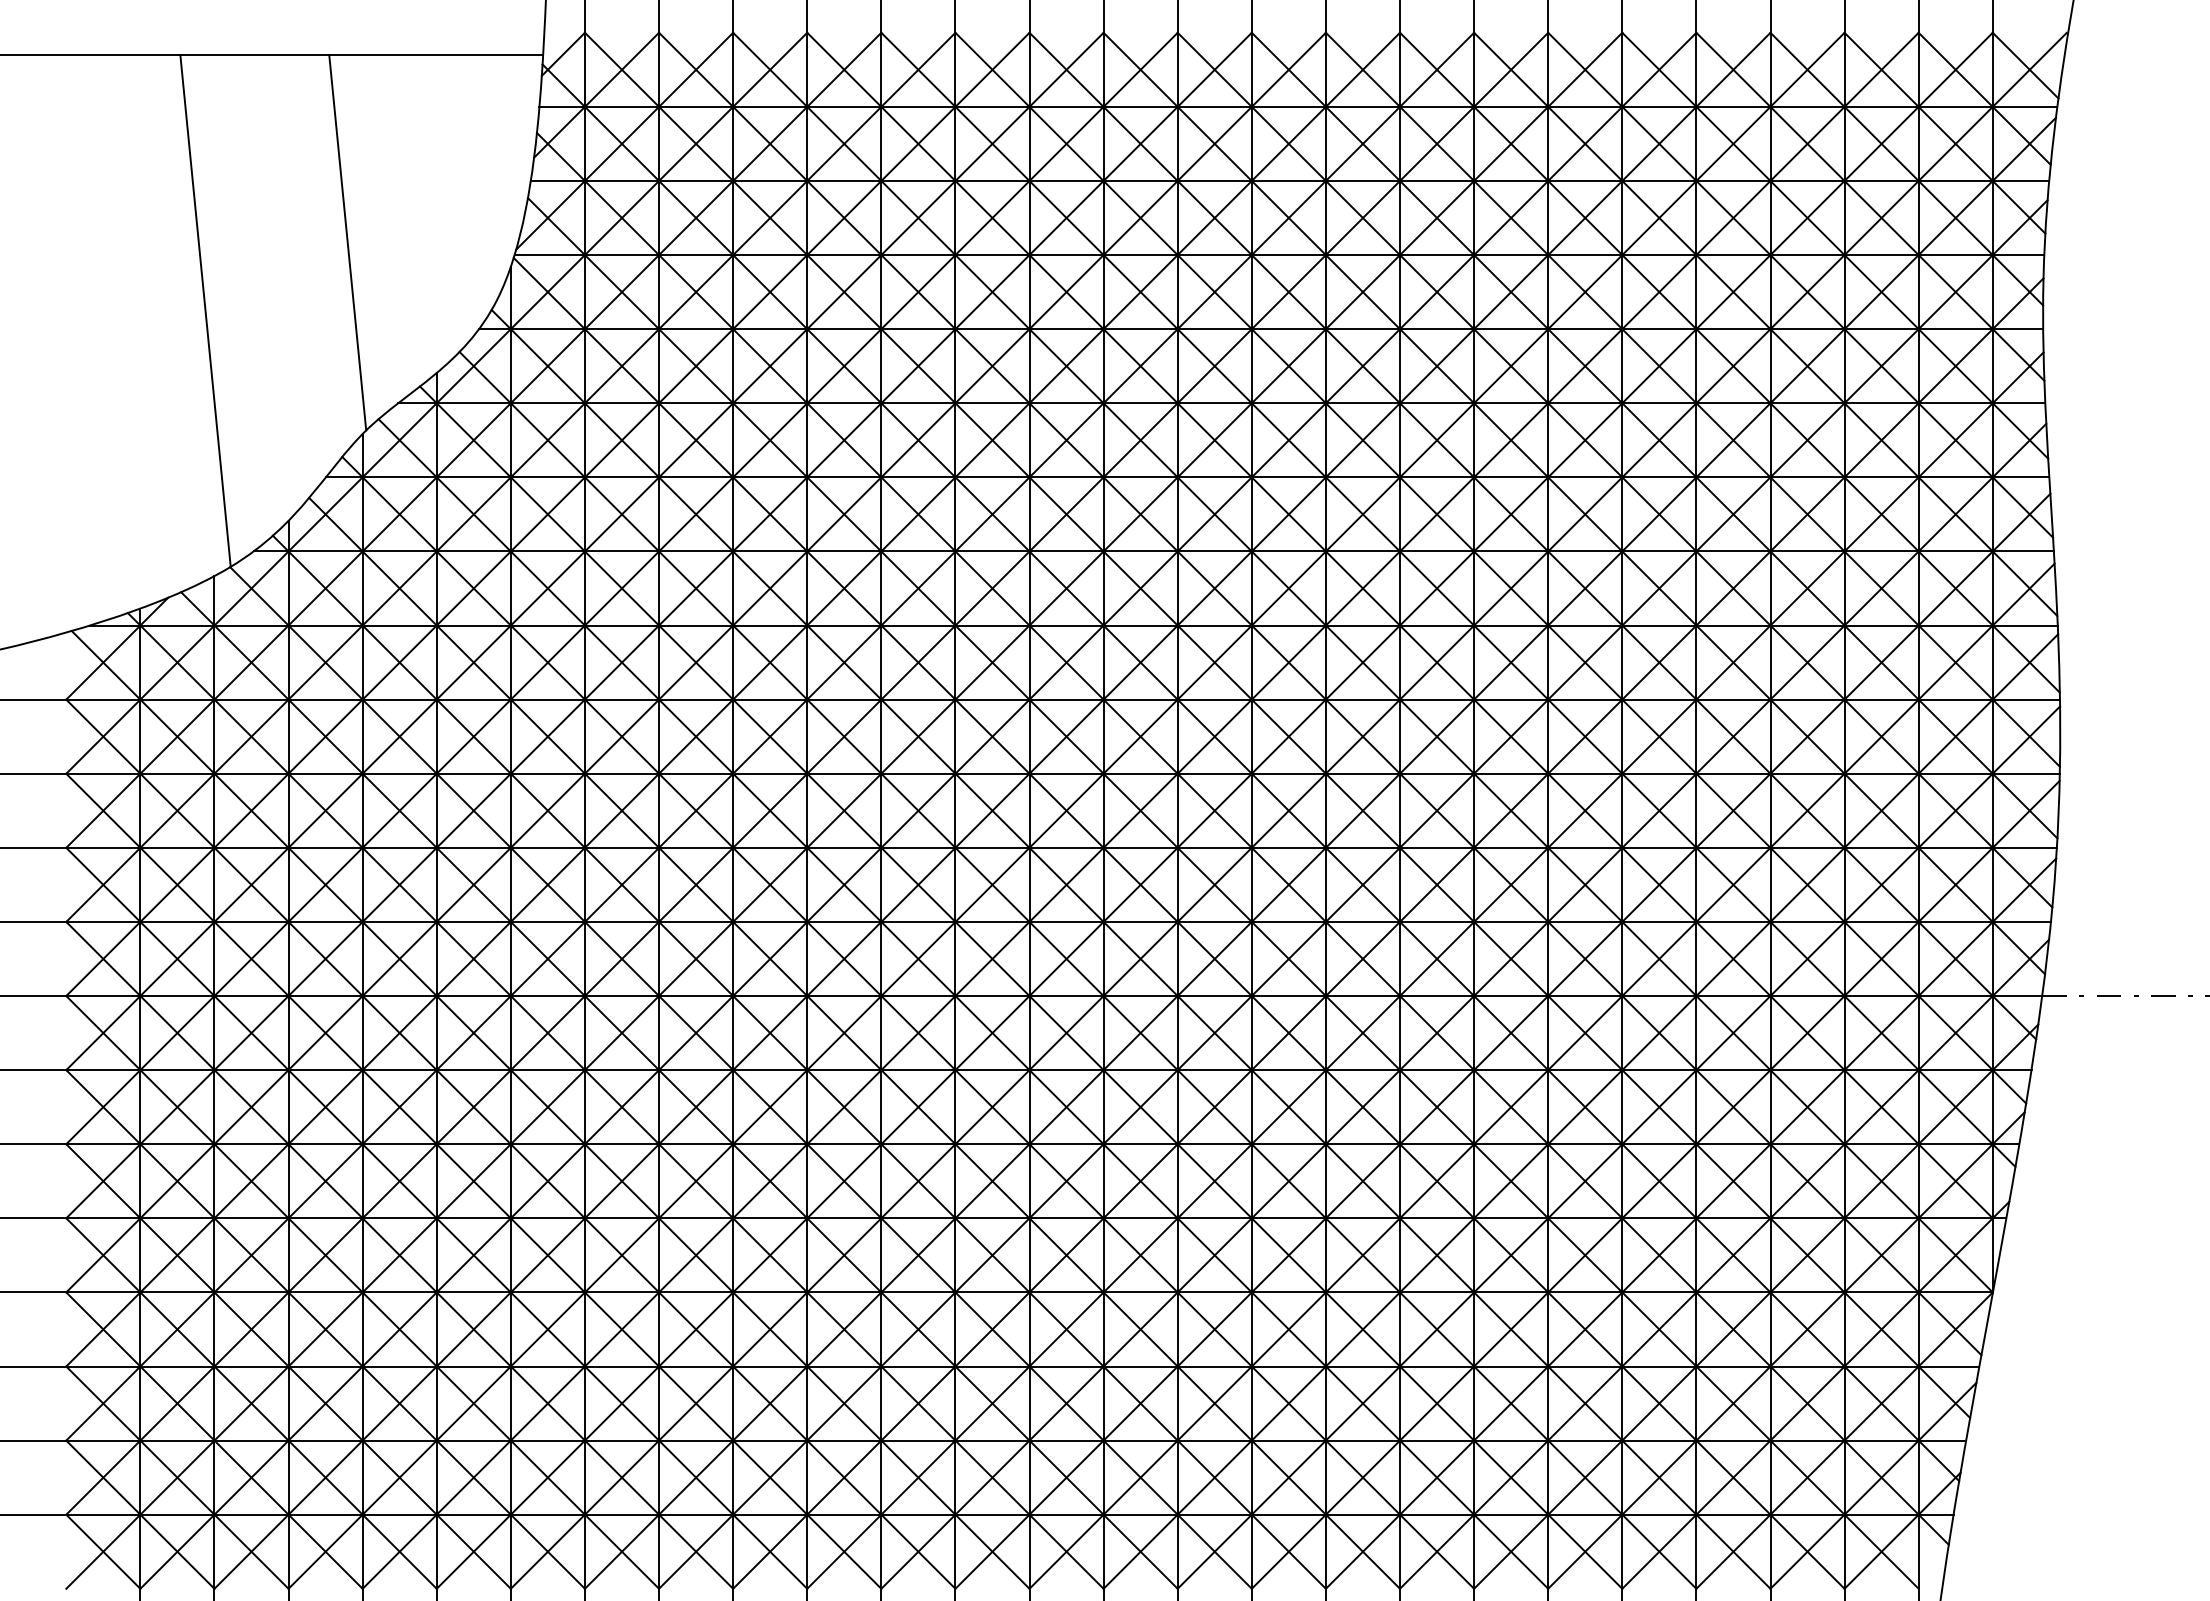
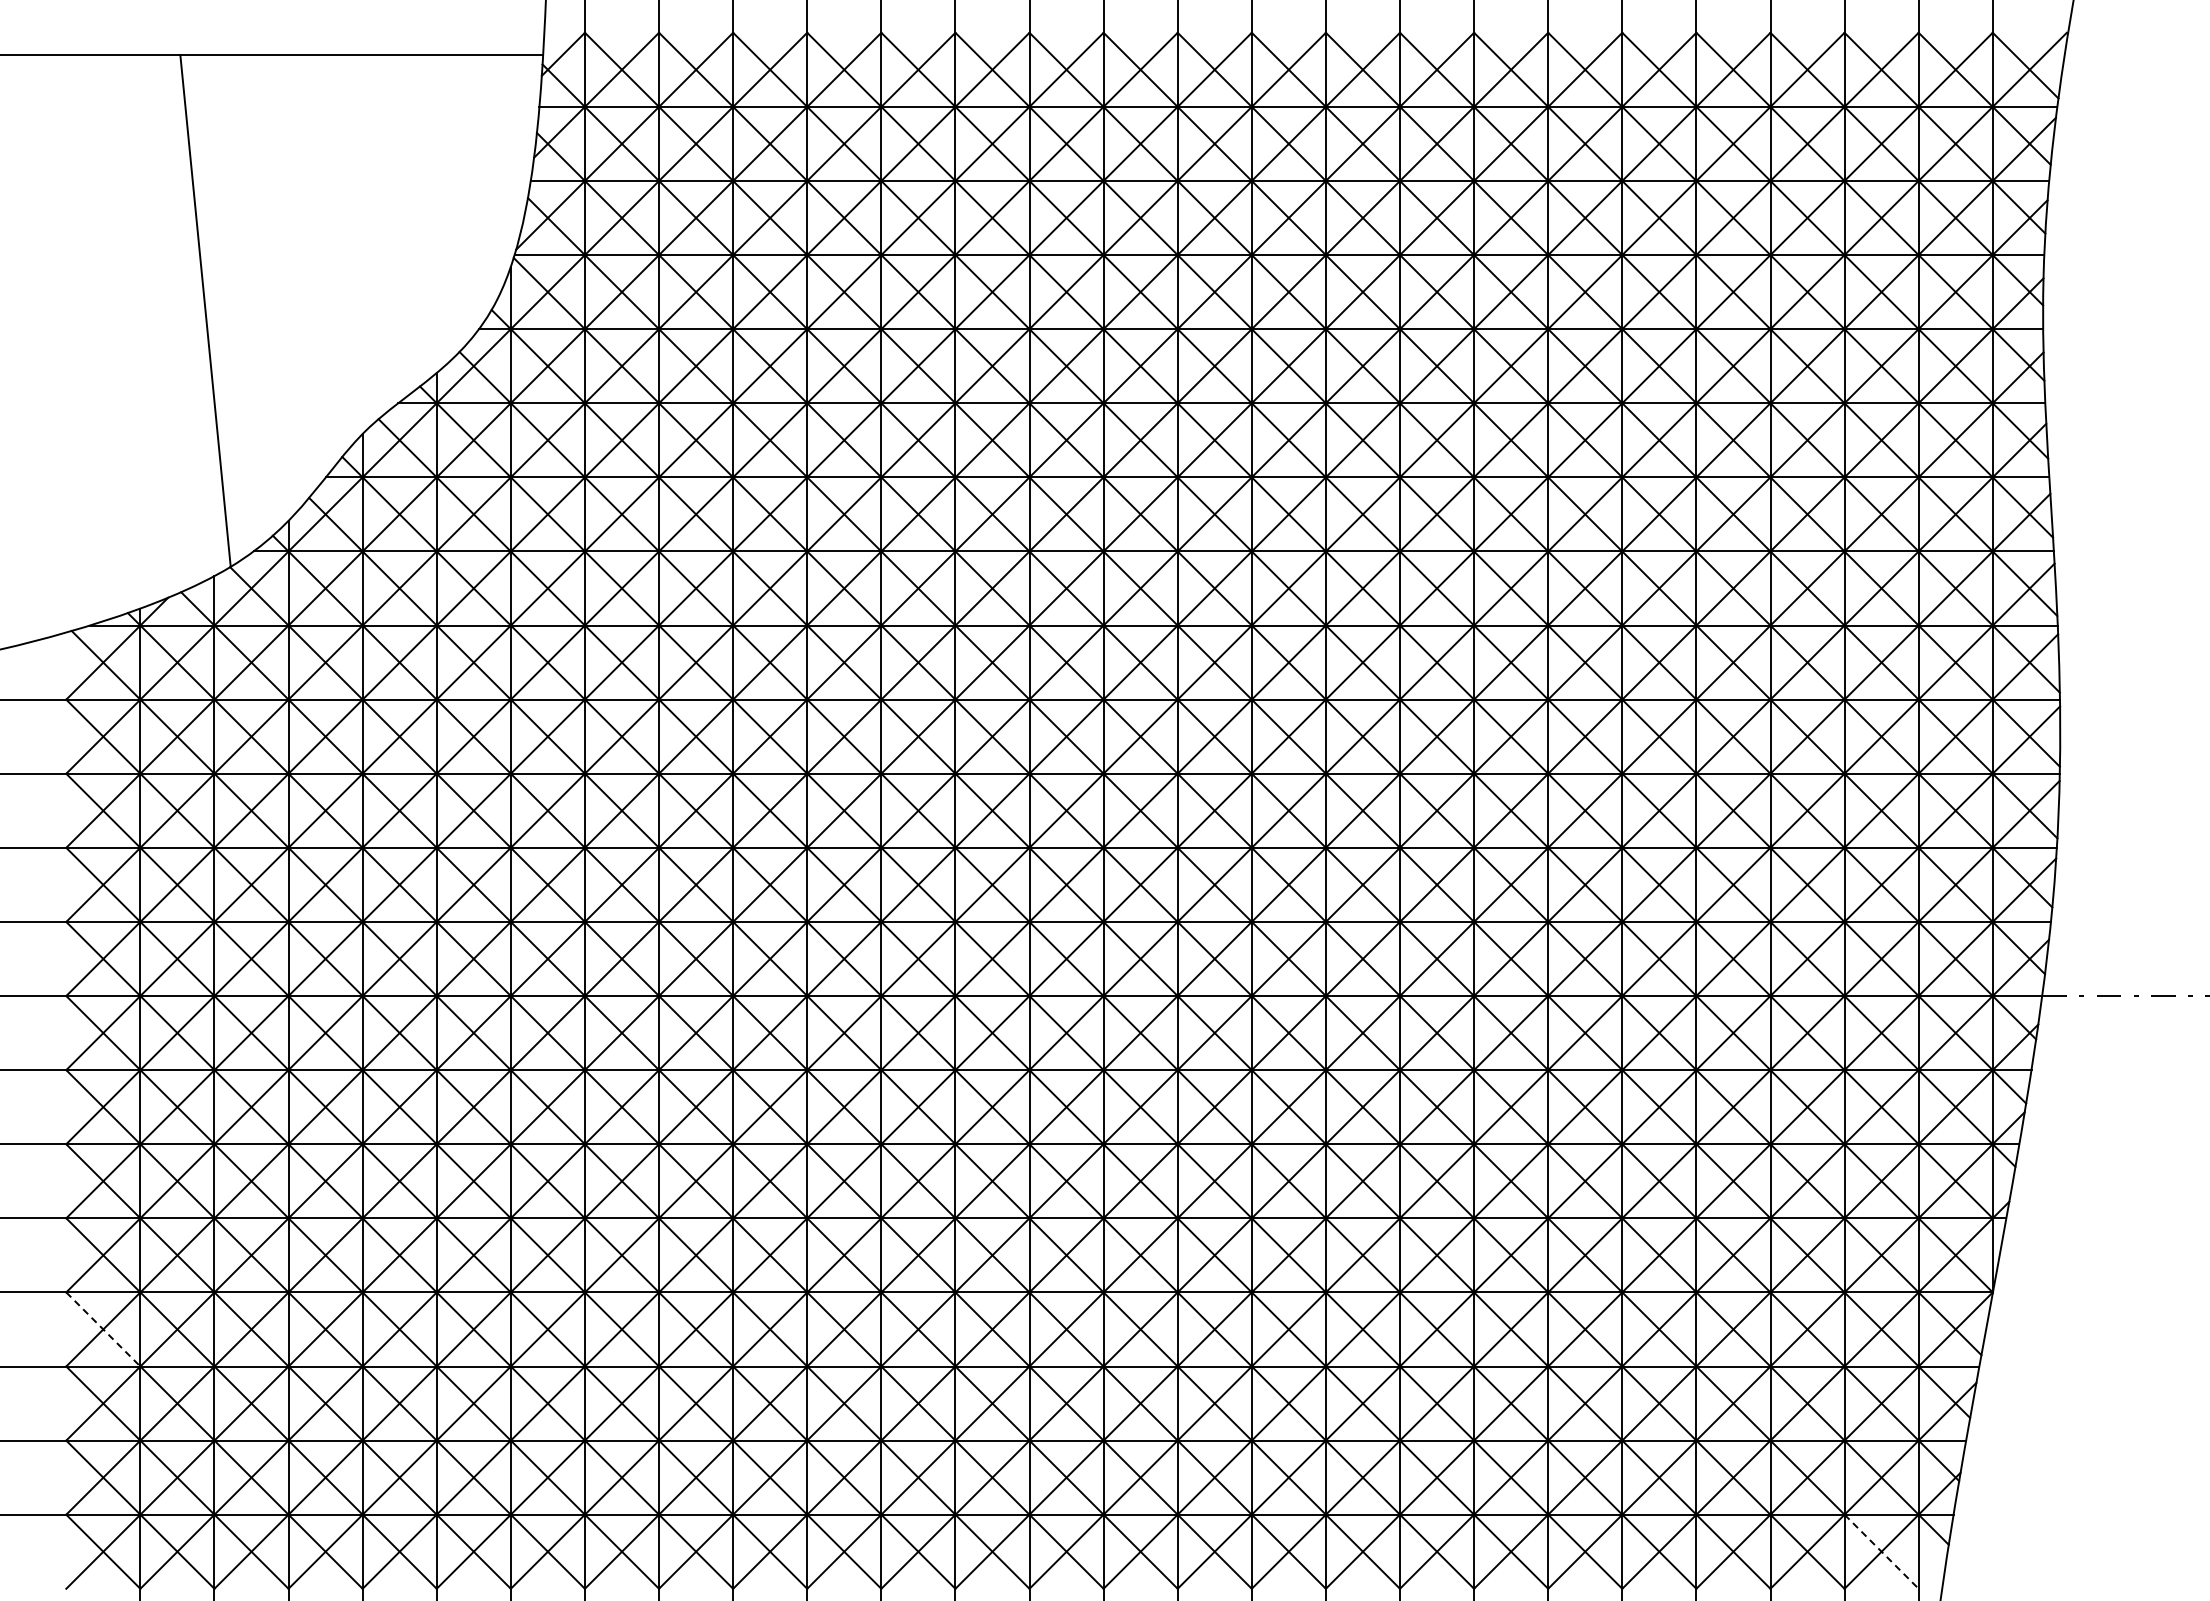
line at (347, 242): present -> none
line at (103, 1329): solid -> dashed
line at (1881, 1552): solid -> dashed
